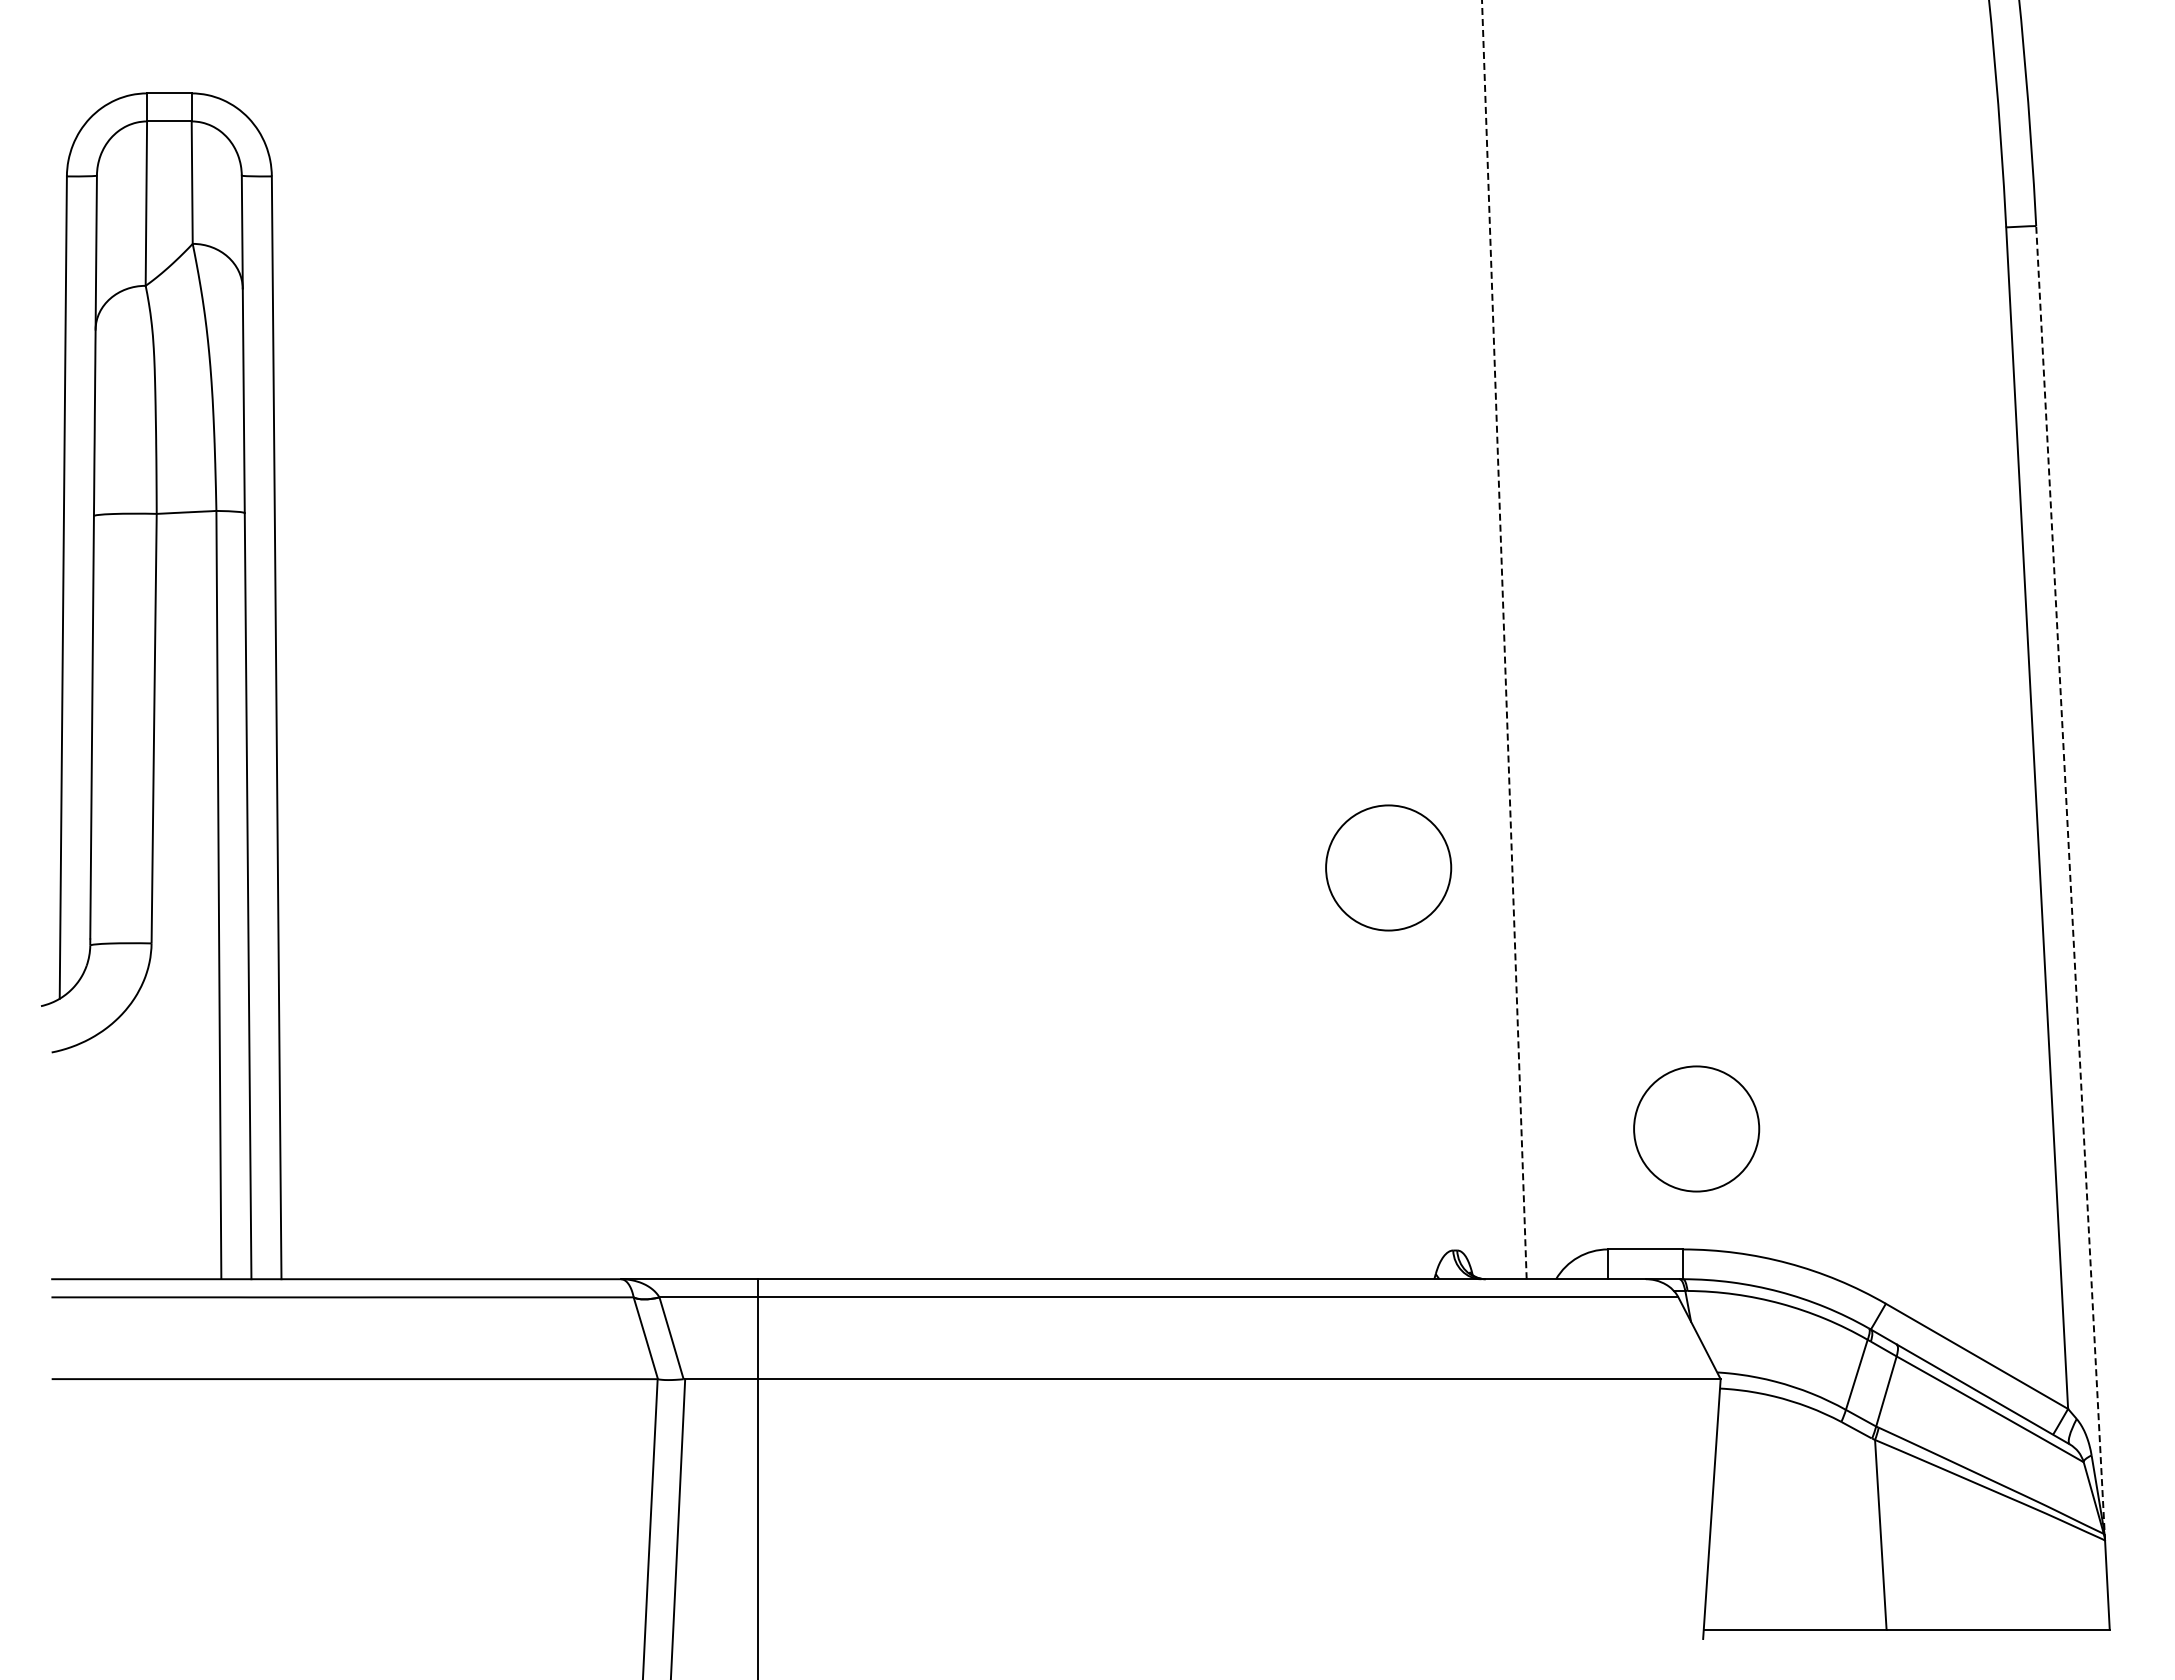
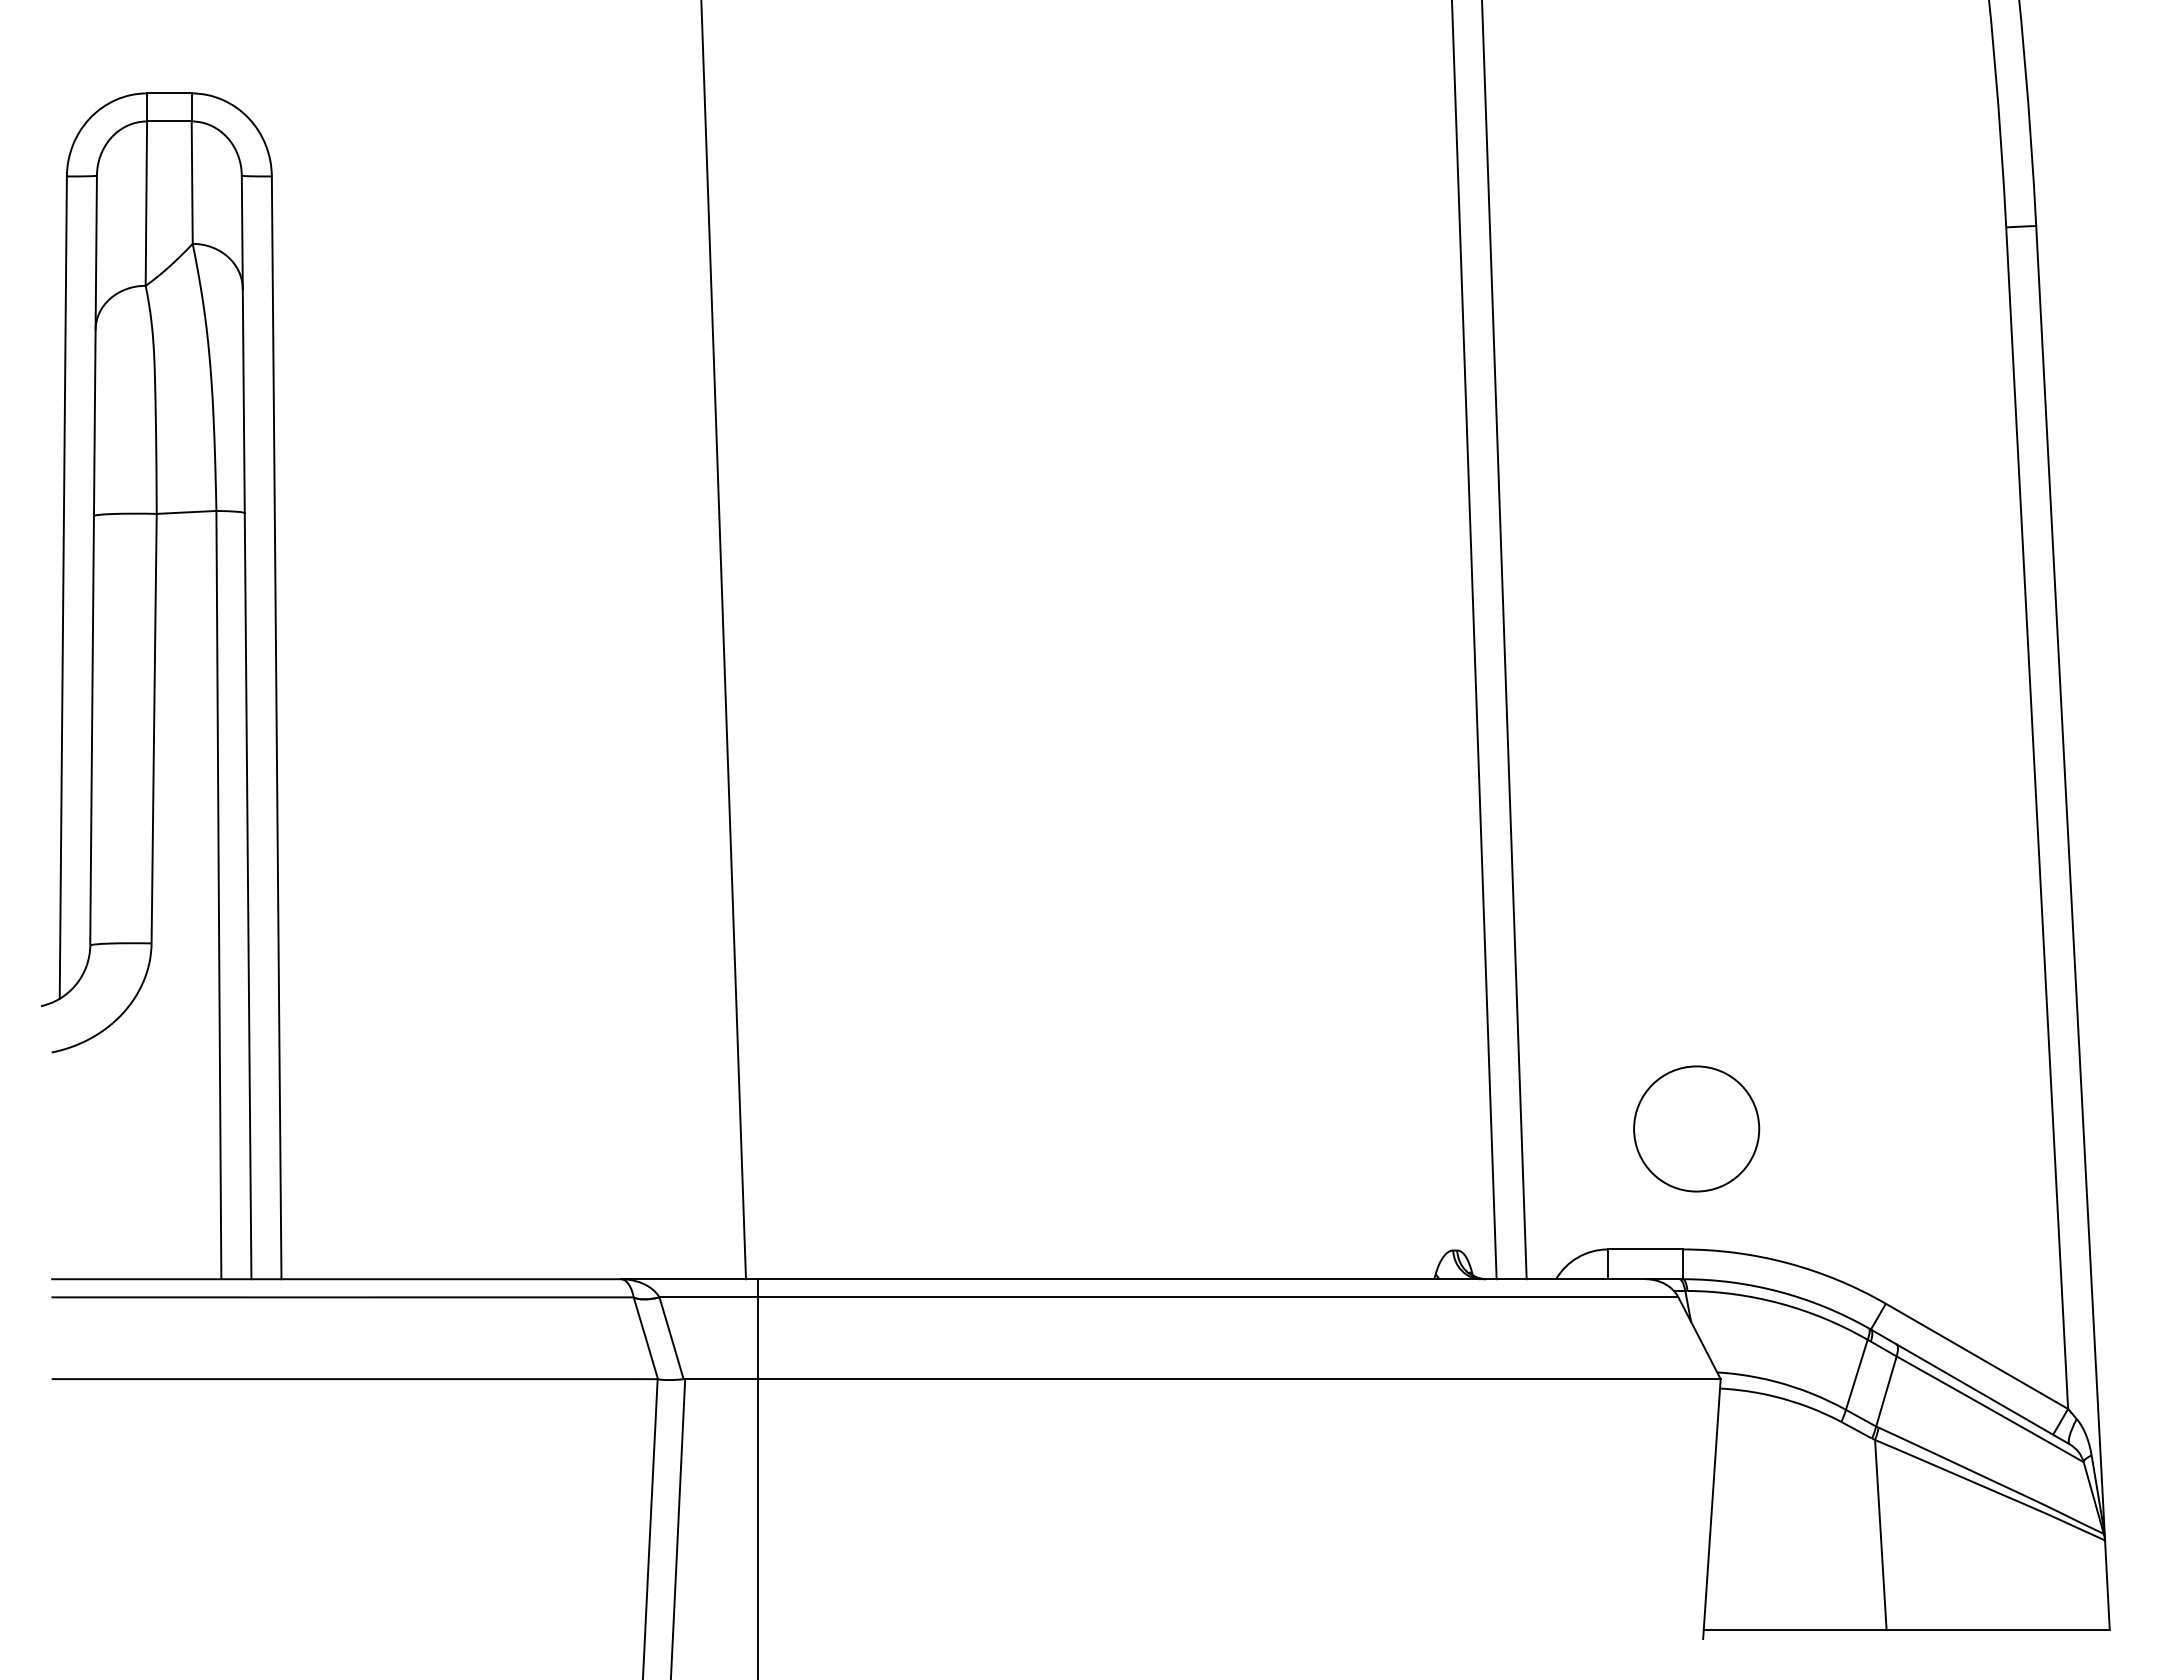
line at (1504, 639): dashed -> solid
line at (723, 640): none -> present
line at (1474, 640): none -> present
circle at (1388, 867): present -> none
line at (2070, 883): dashed -> solid
